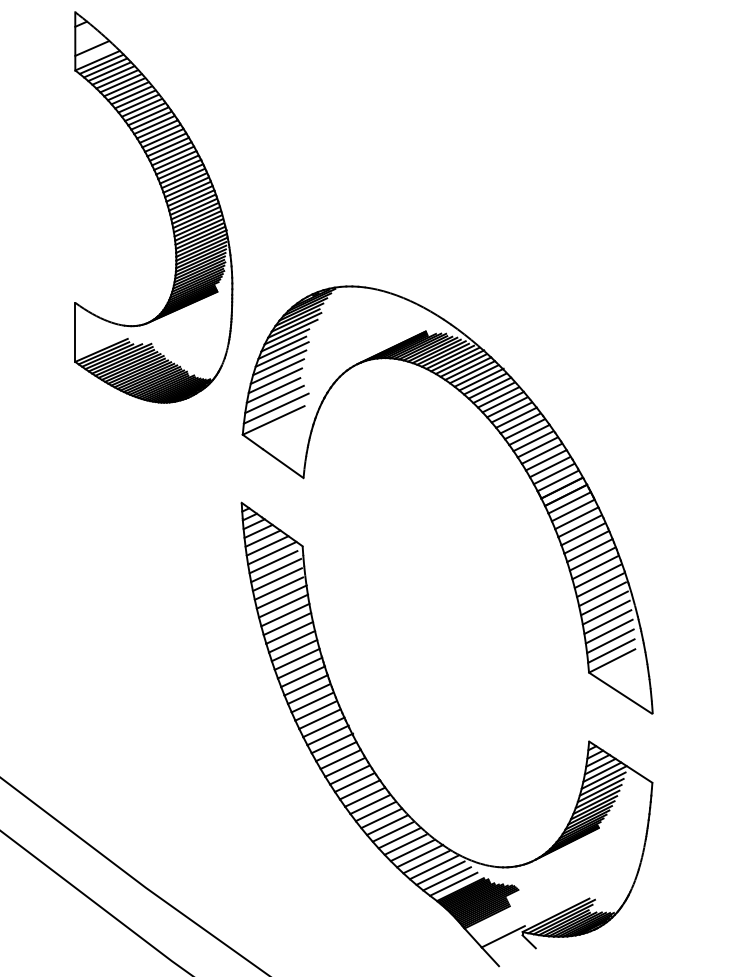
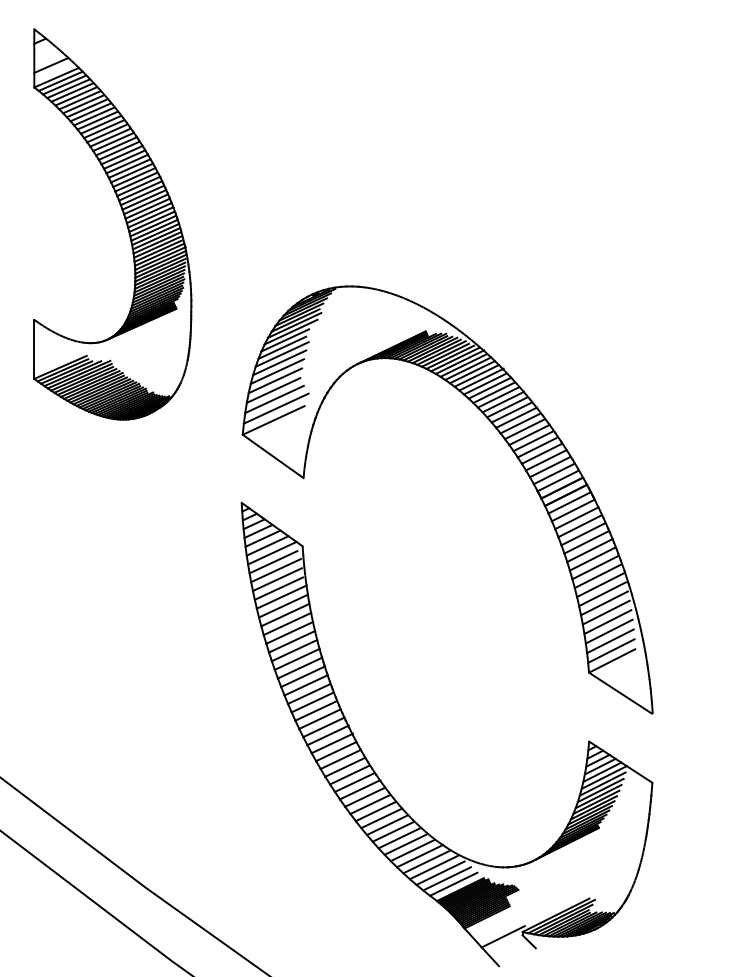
part at (165, 202) position: (165, 202) -> (124, 219)
